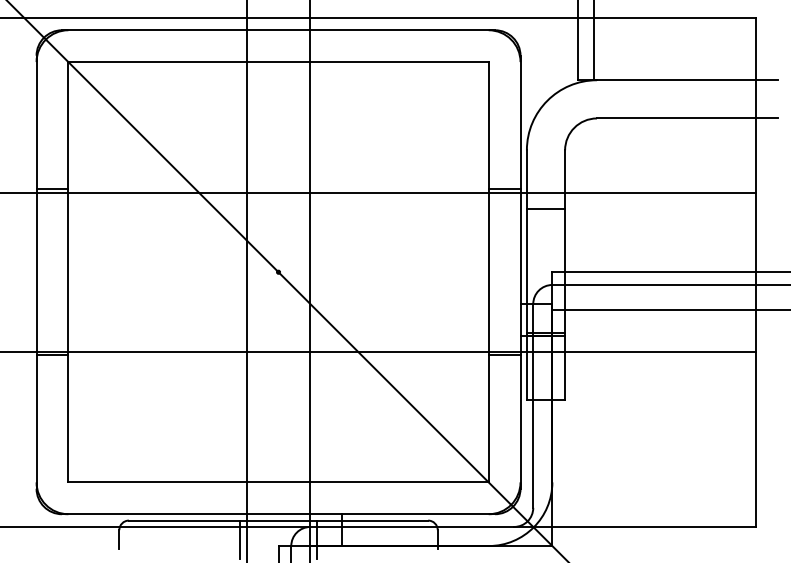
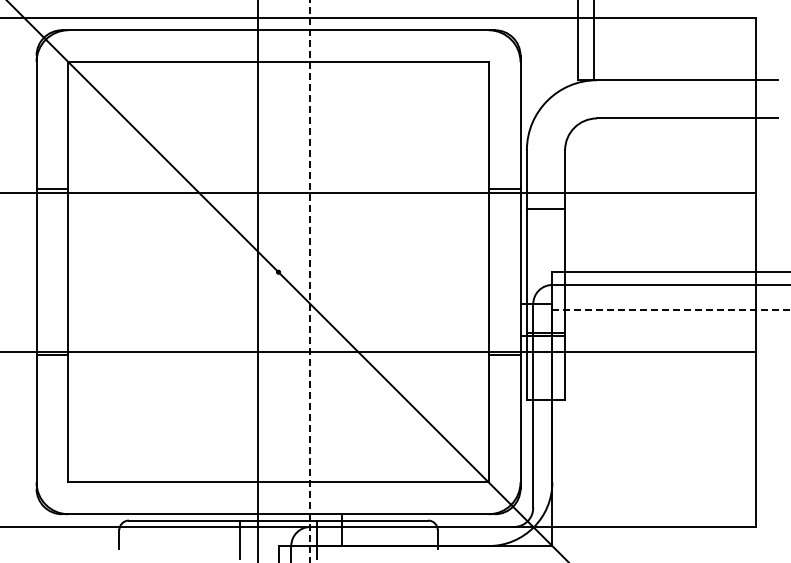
line at (246, 280) position: (246, 280) -> (257, 280)
line at (310, 281): solid -> dashed
line at (671, 310): solid -> dashed
